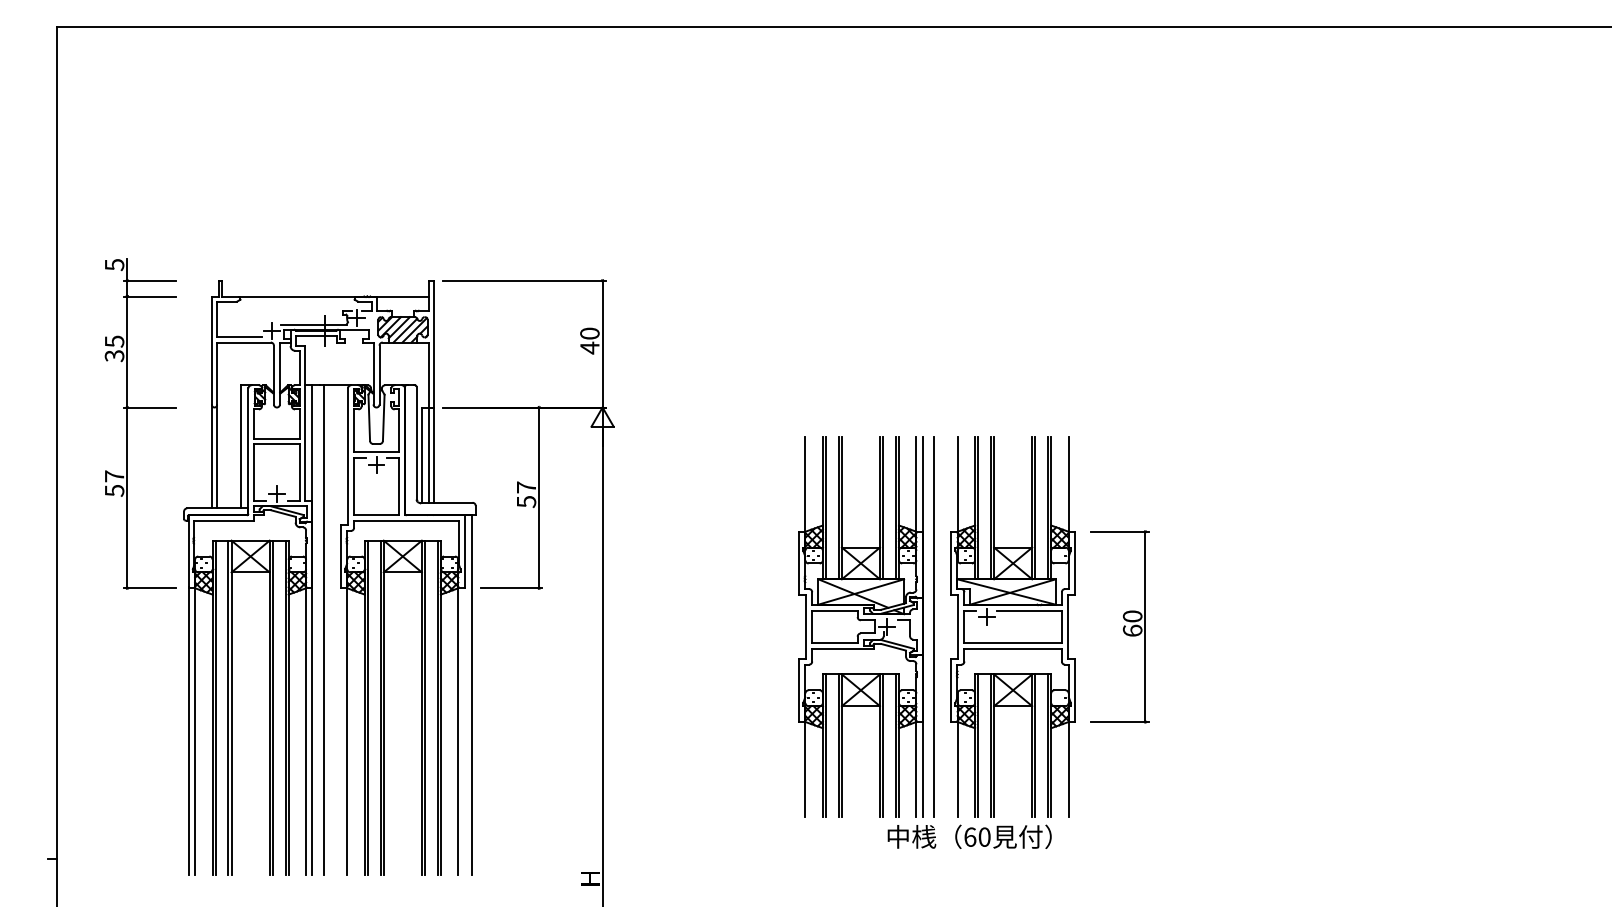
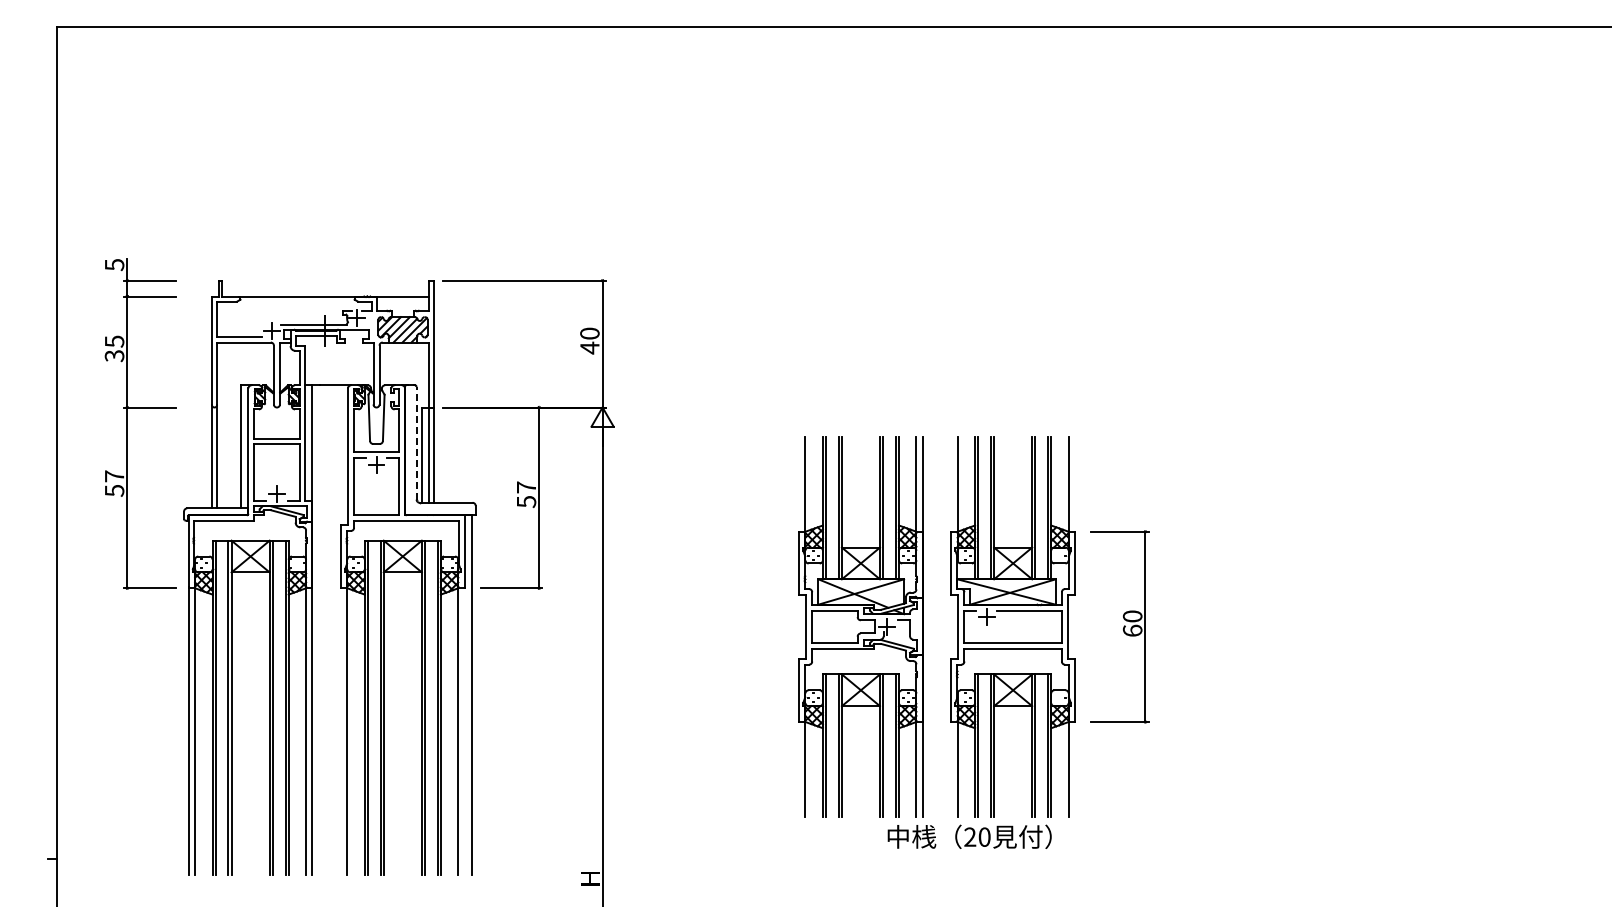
line at (416, 442): solid -> dashed
line at (933, 626): present -> none
line at (323, 630): present -> none
text at (970, 836): 60 -> 20
